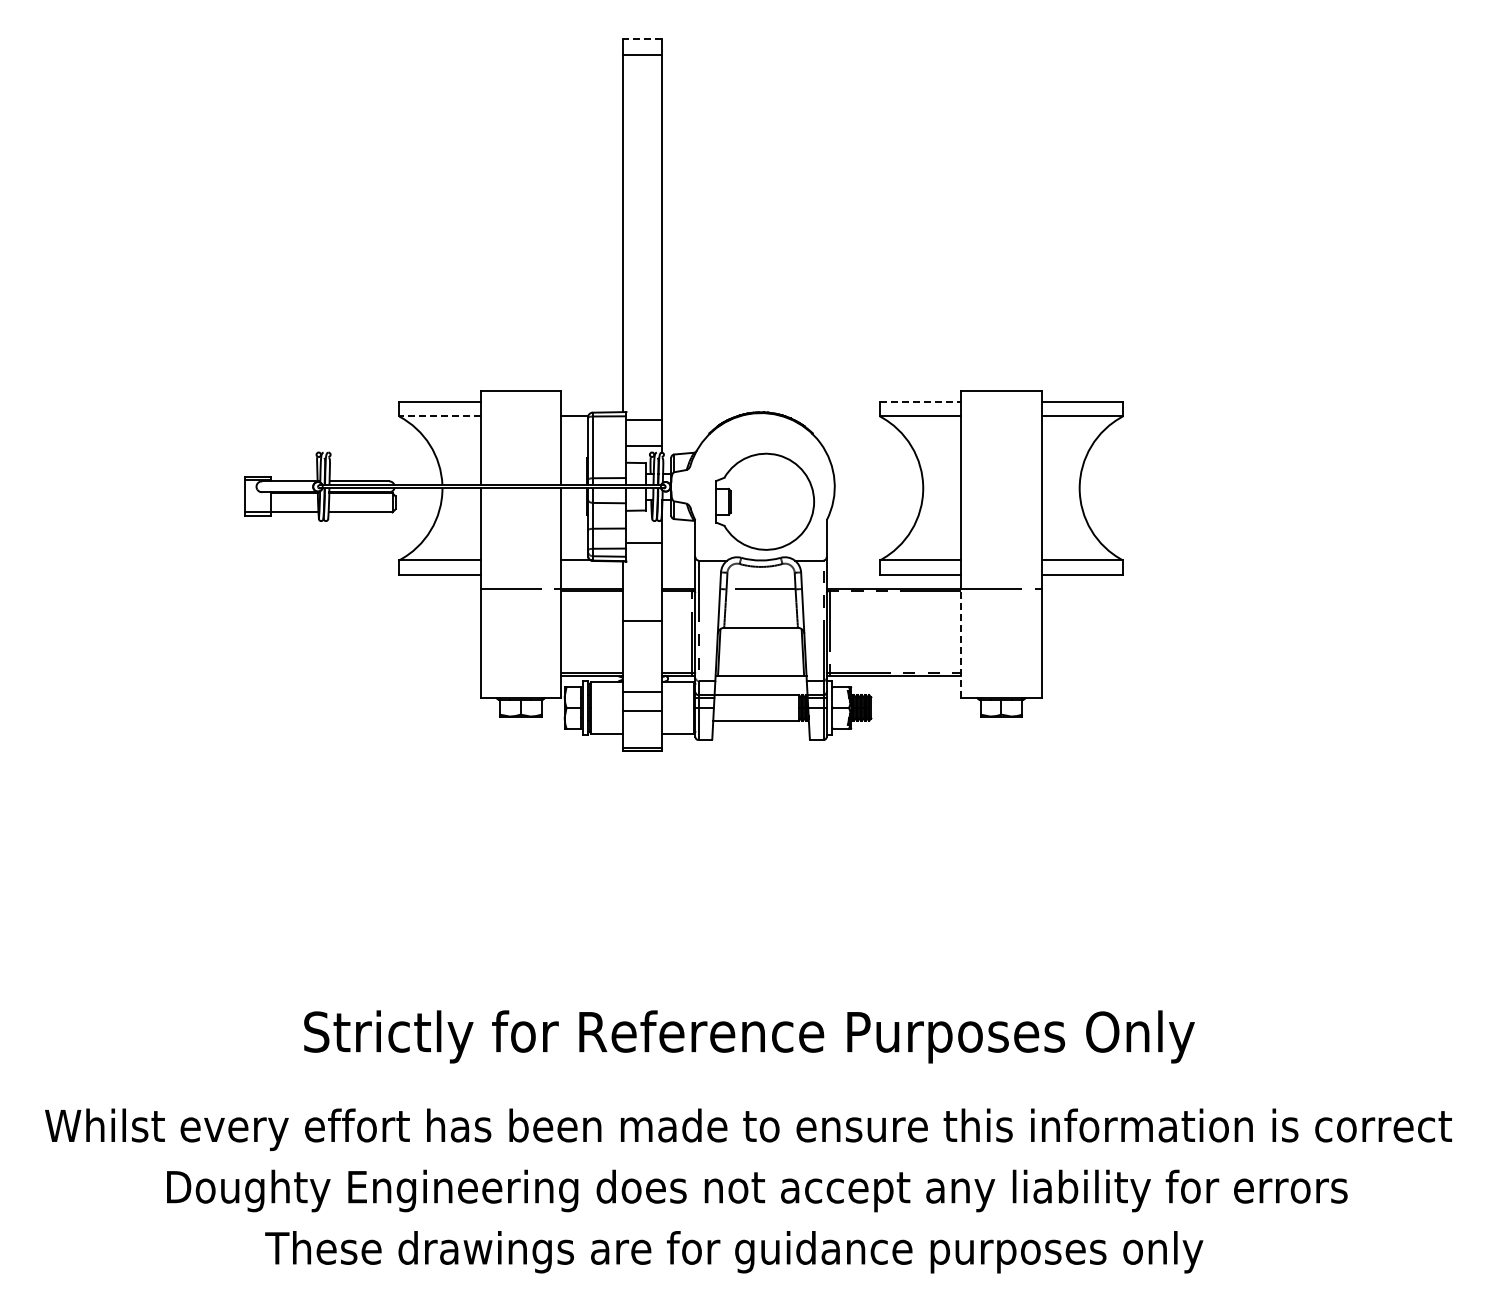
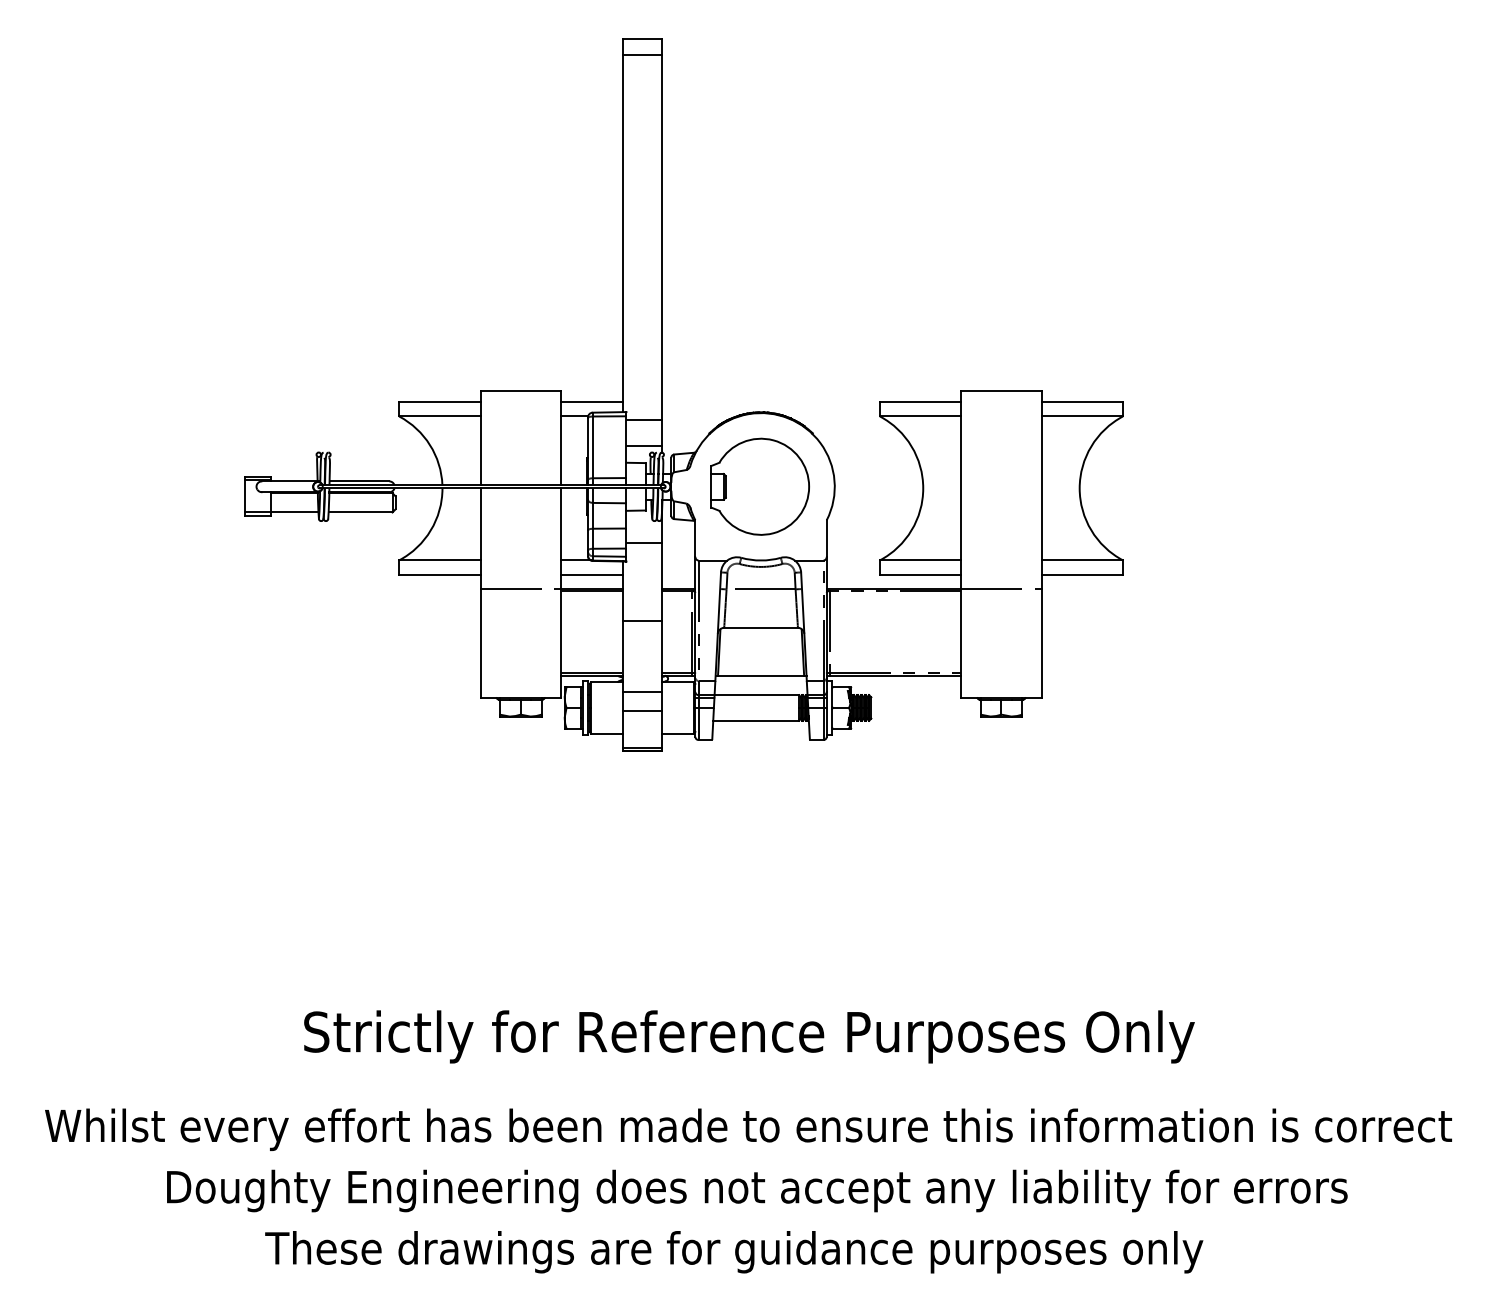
line at (641, 39): dashed -> solid
line at (591, 401): none -> present
line at (920, 401): dashed -> solid
line at (439, 416): dashed -> solid
part at (764, 501) position: (764, 501) -> (759, 486)
line at (591, 574): none -> present
line at (961, 643): dashed -> solid
